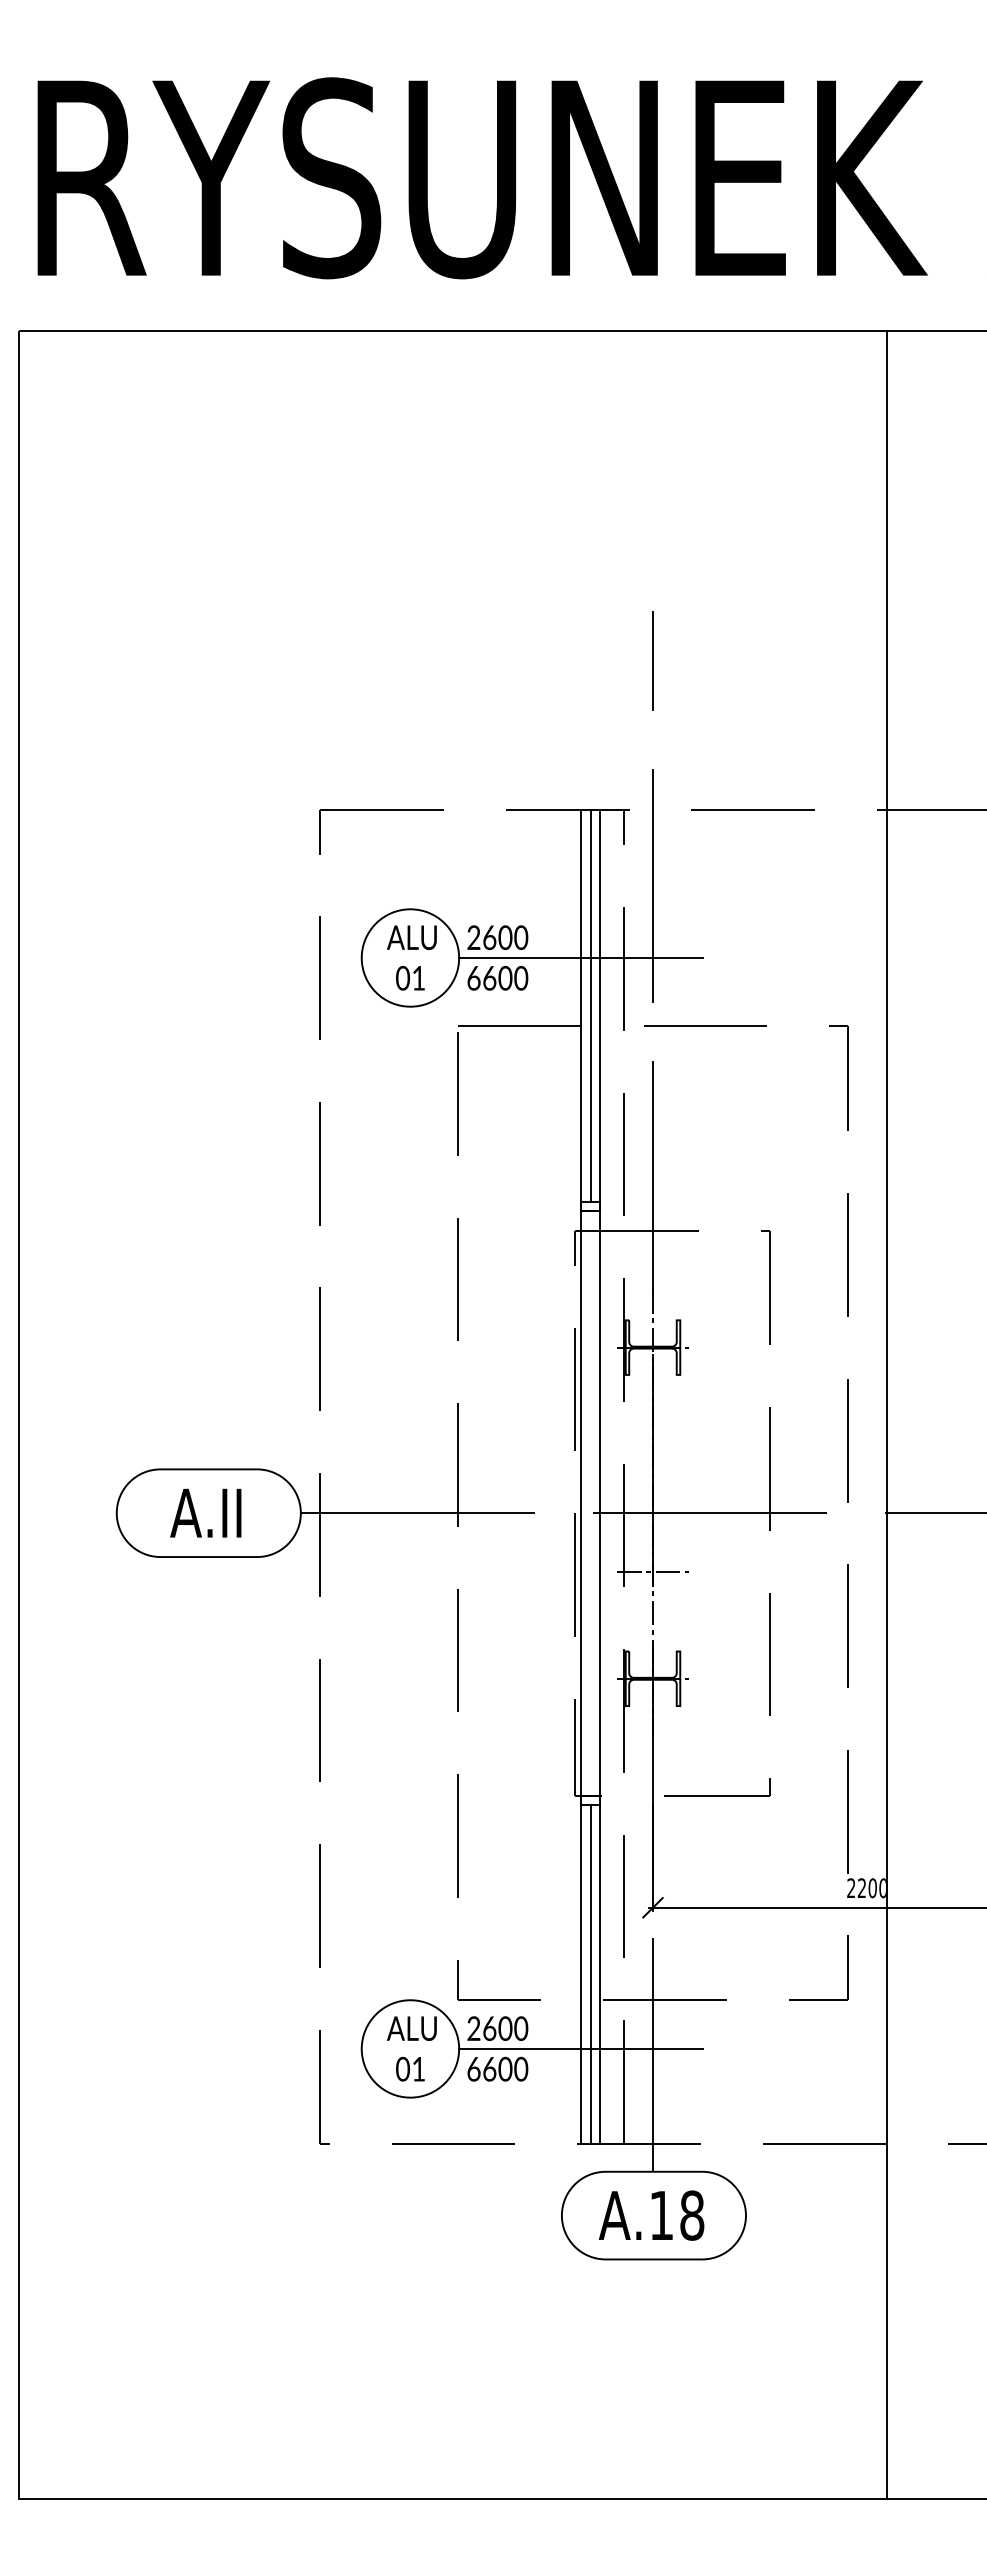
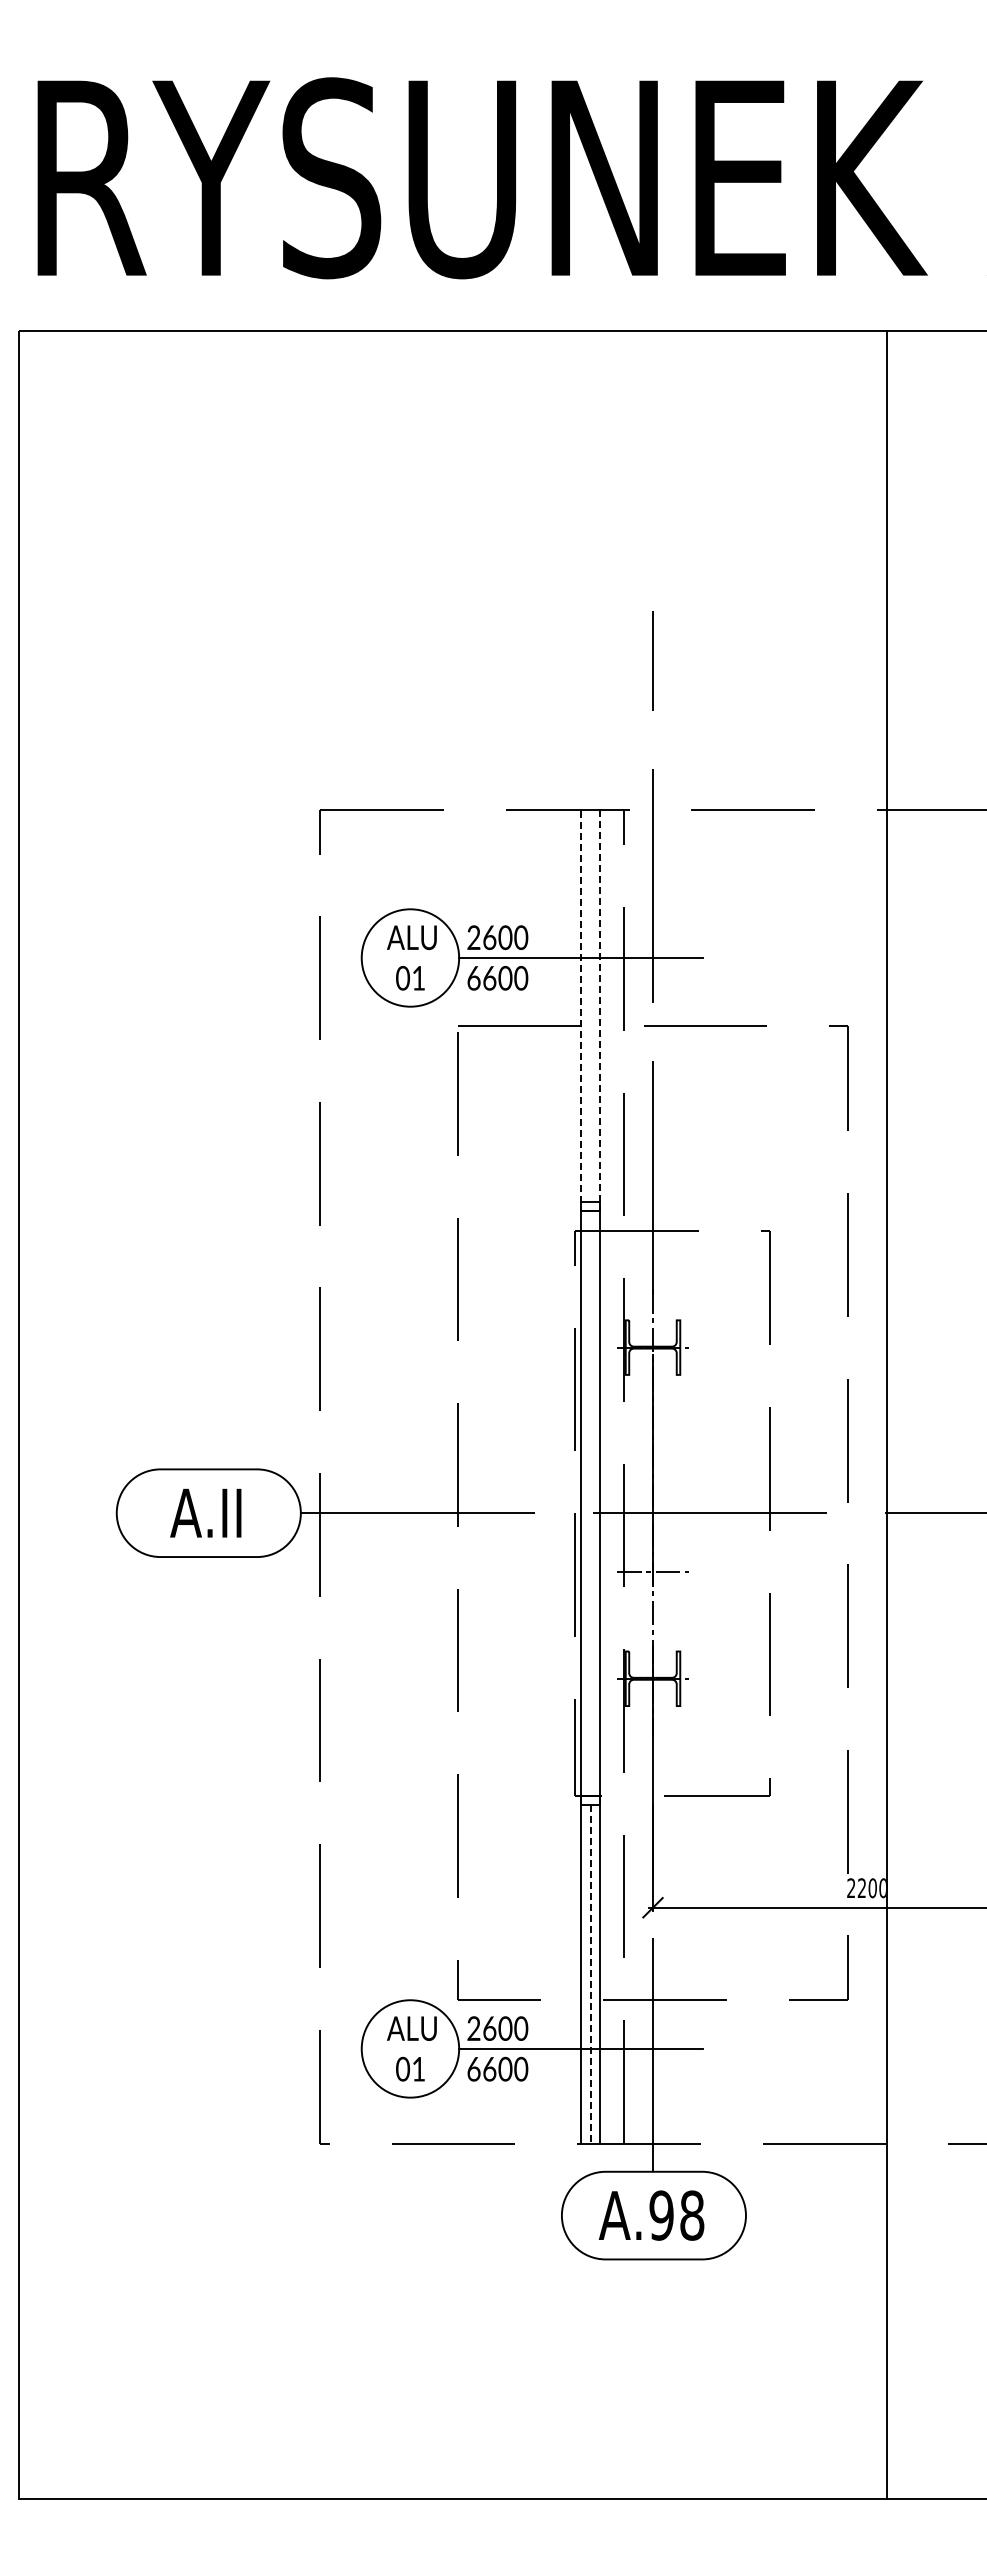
line at (590, 1005): present -> none
line at (590, 1211): solid -> dashed
line at (590, 1975): solid -> dashed
text at (661, 2215): A.18 -> A.98
